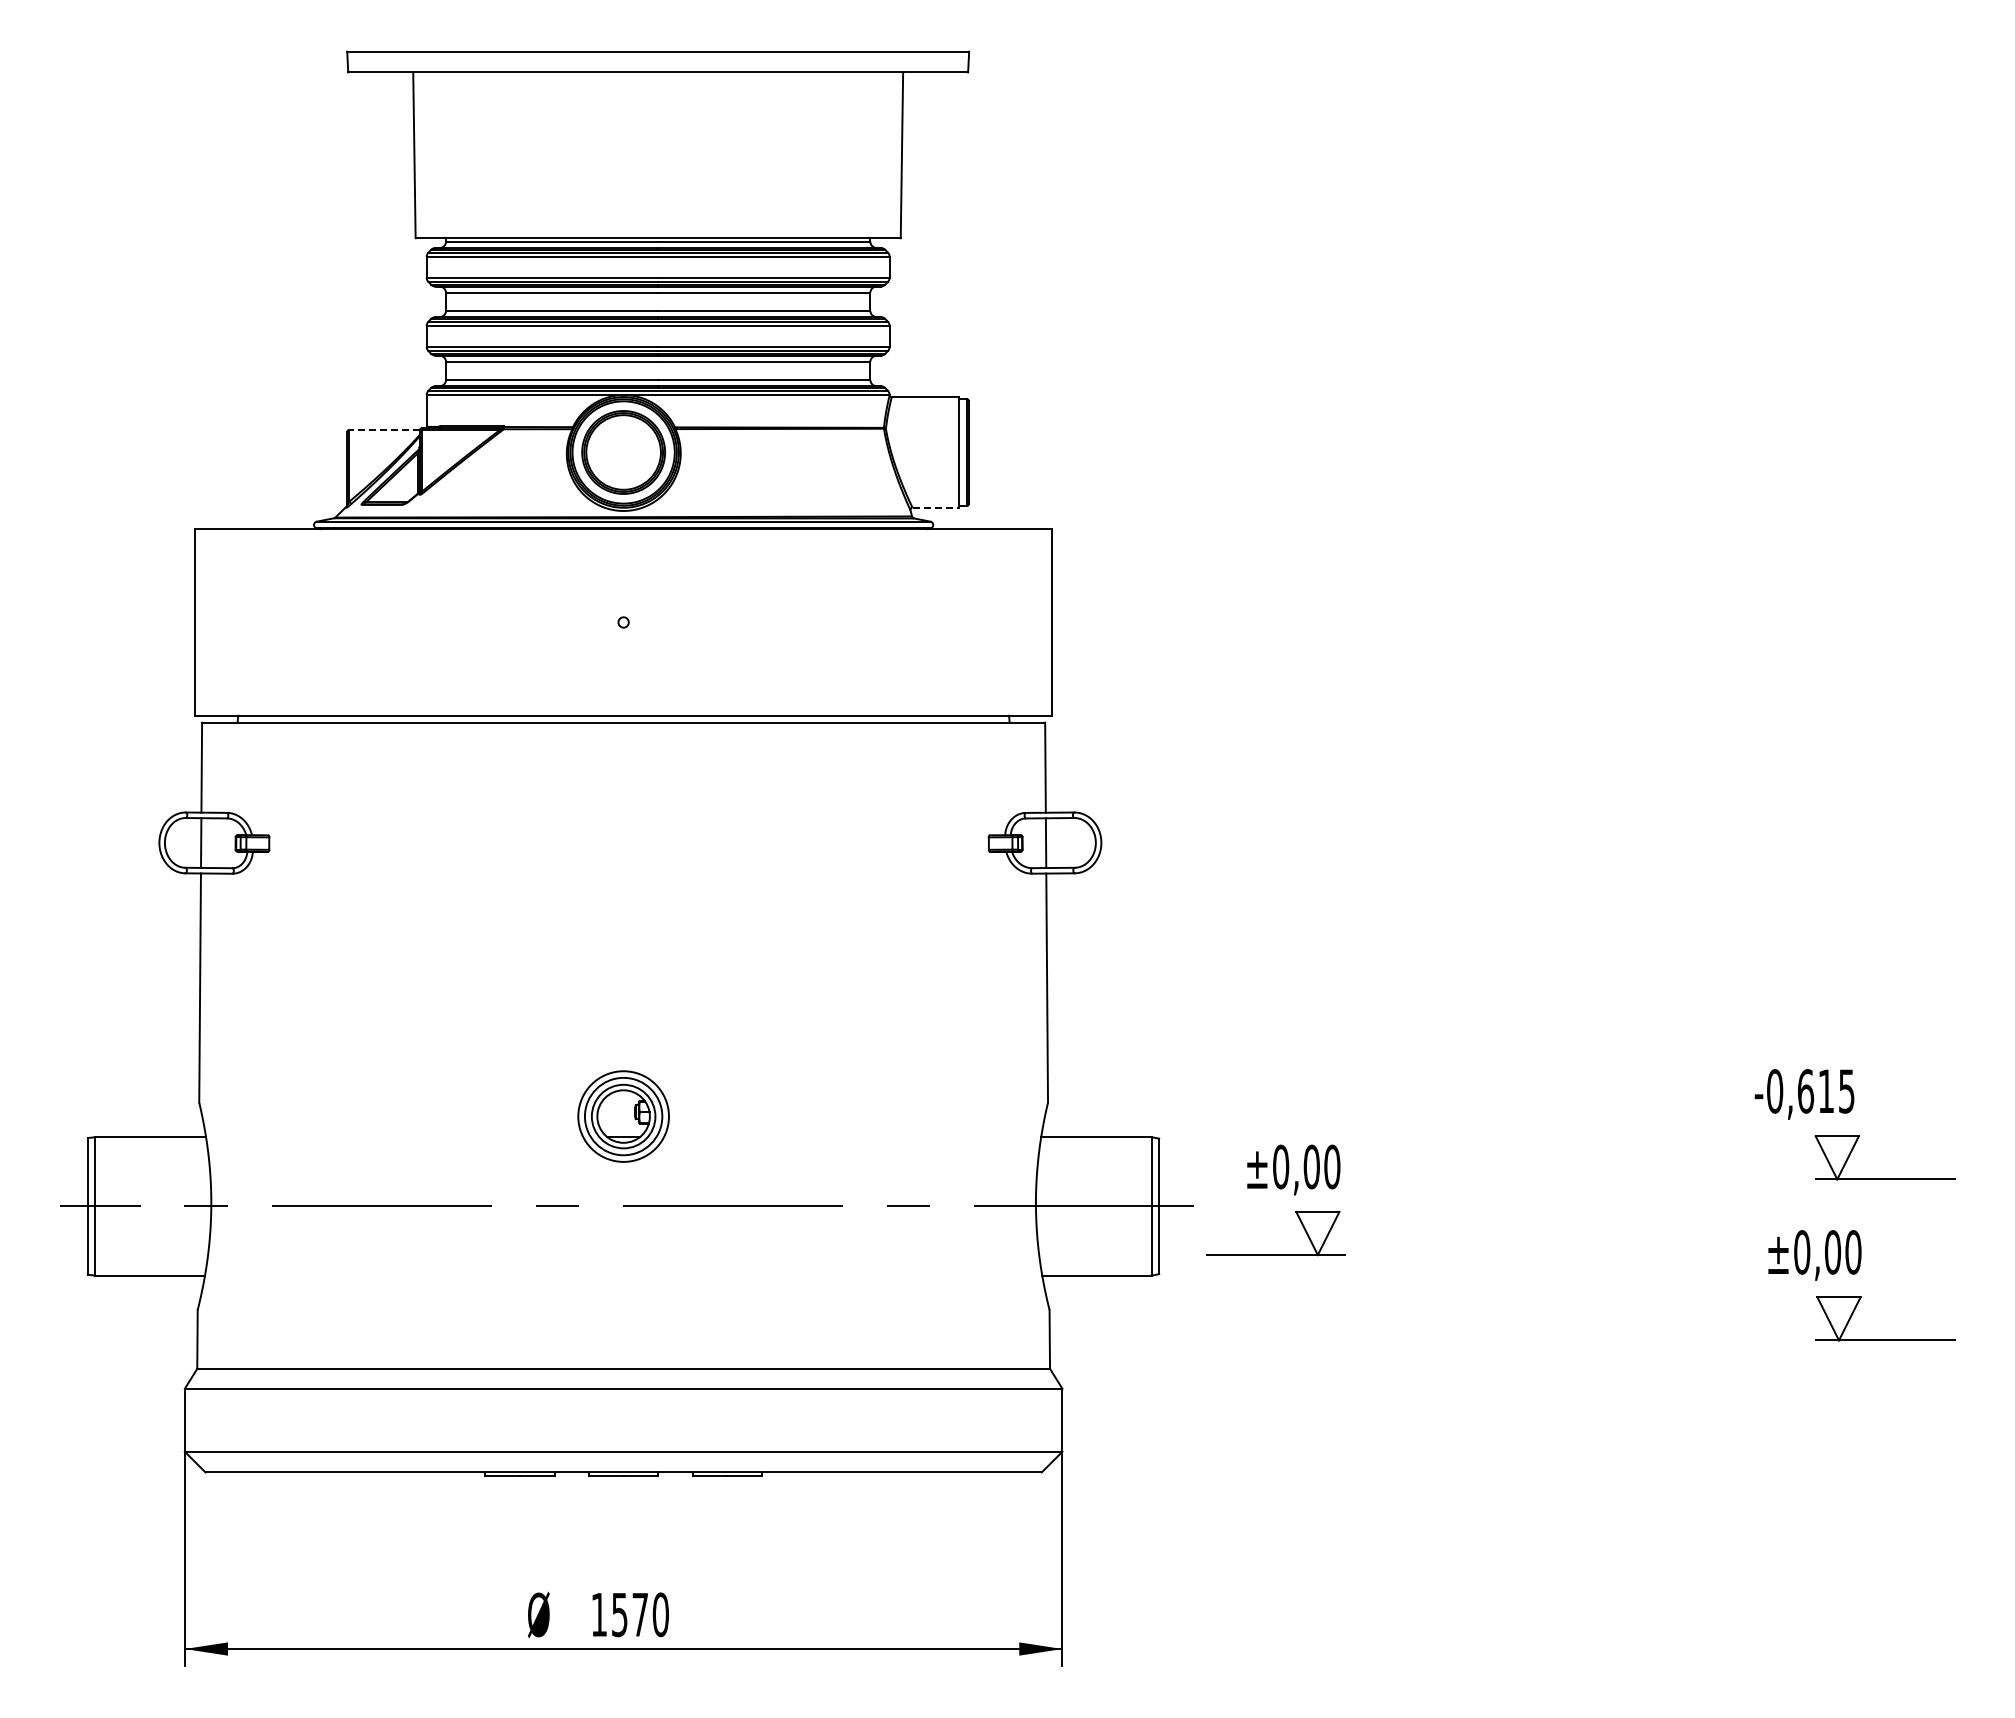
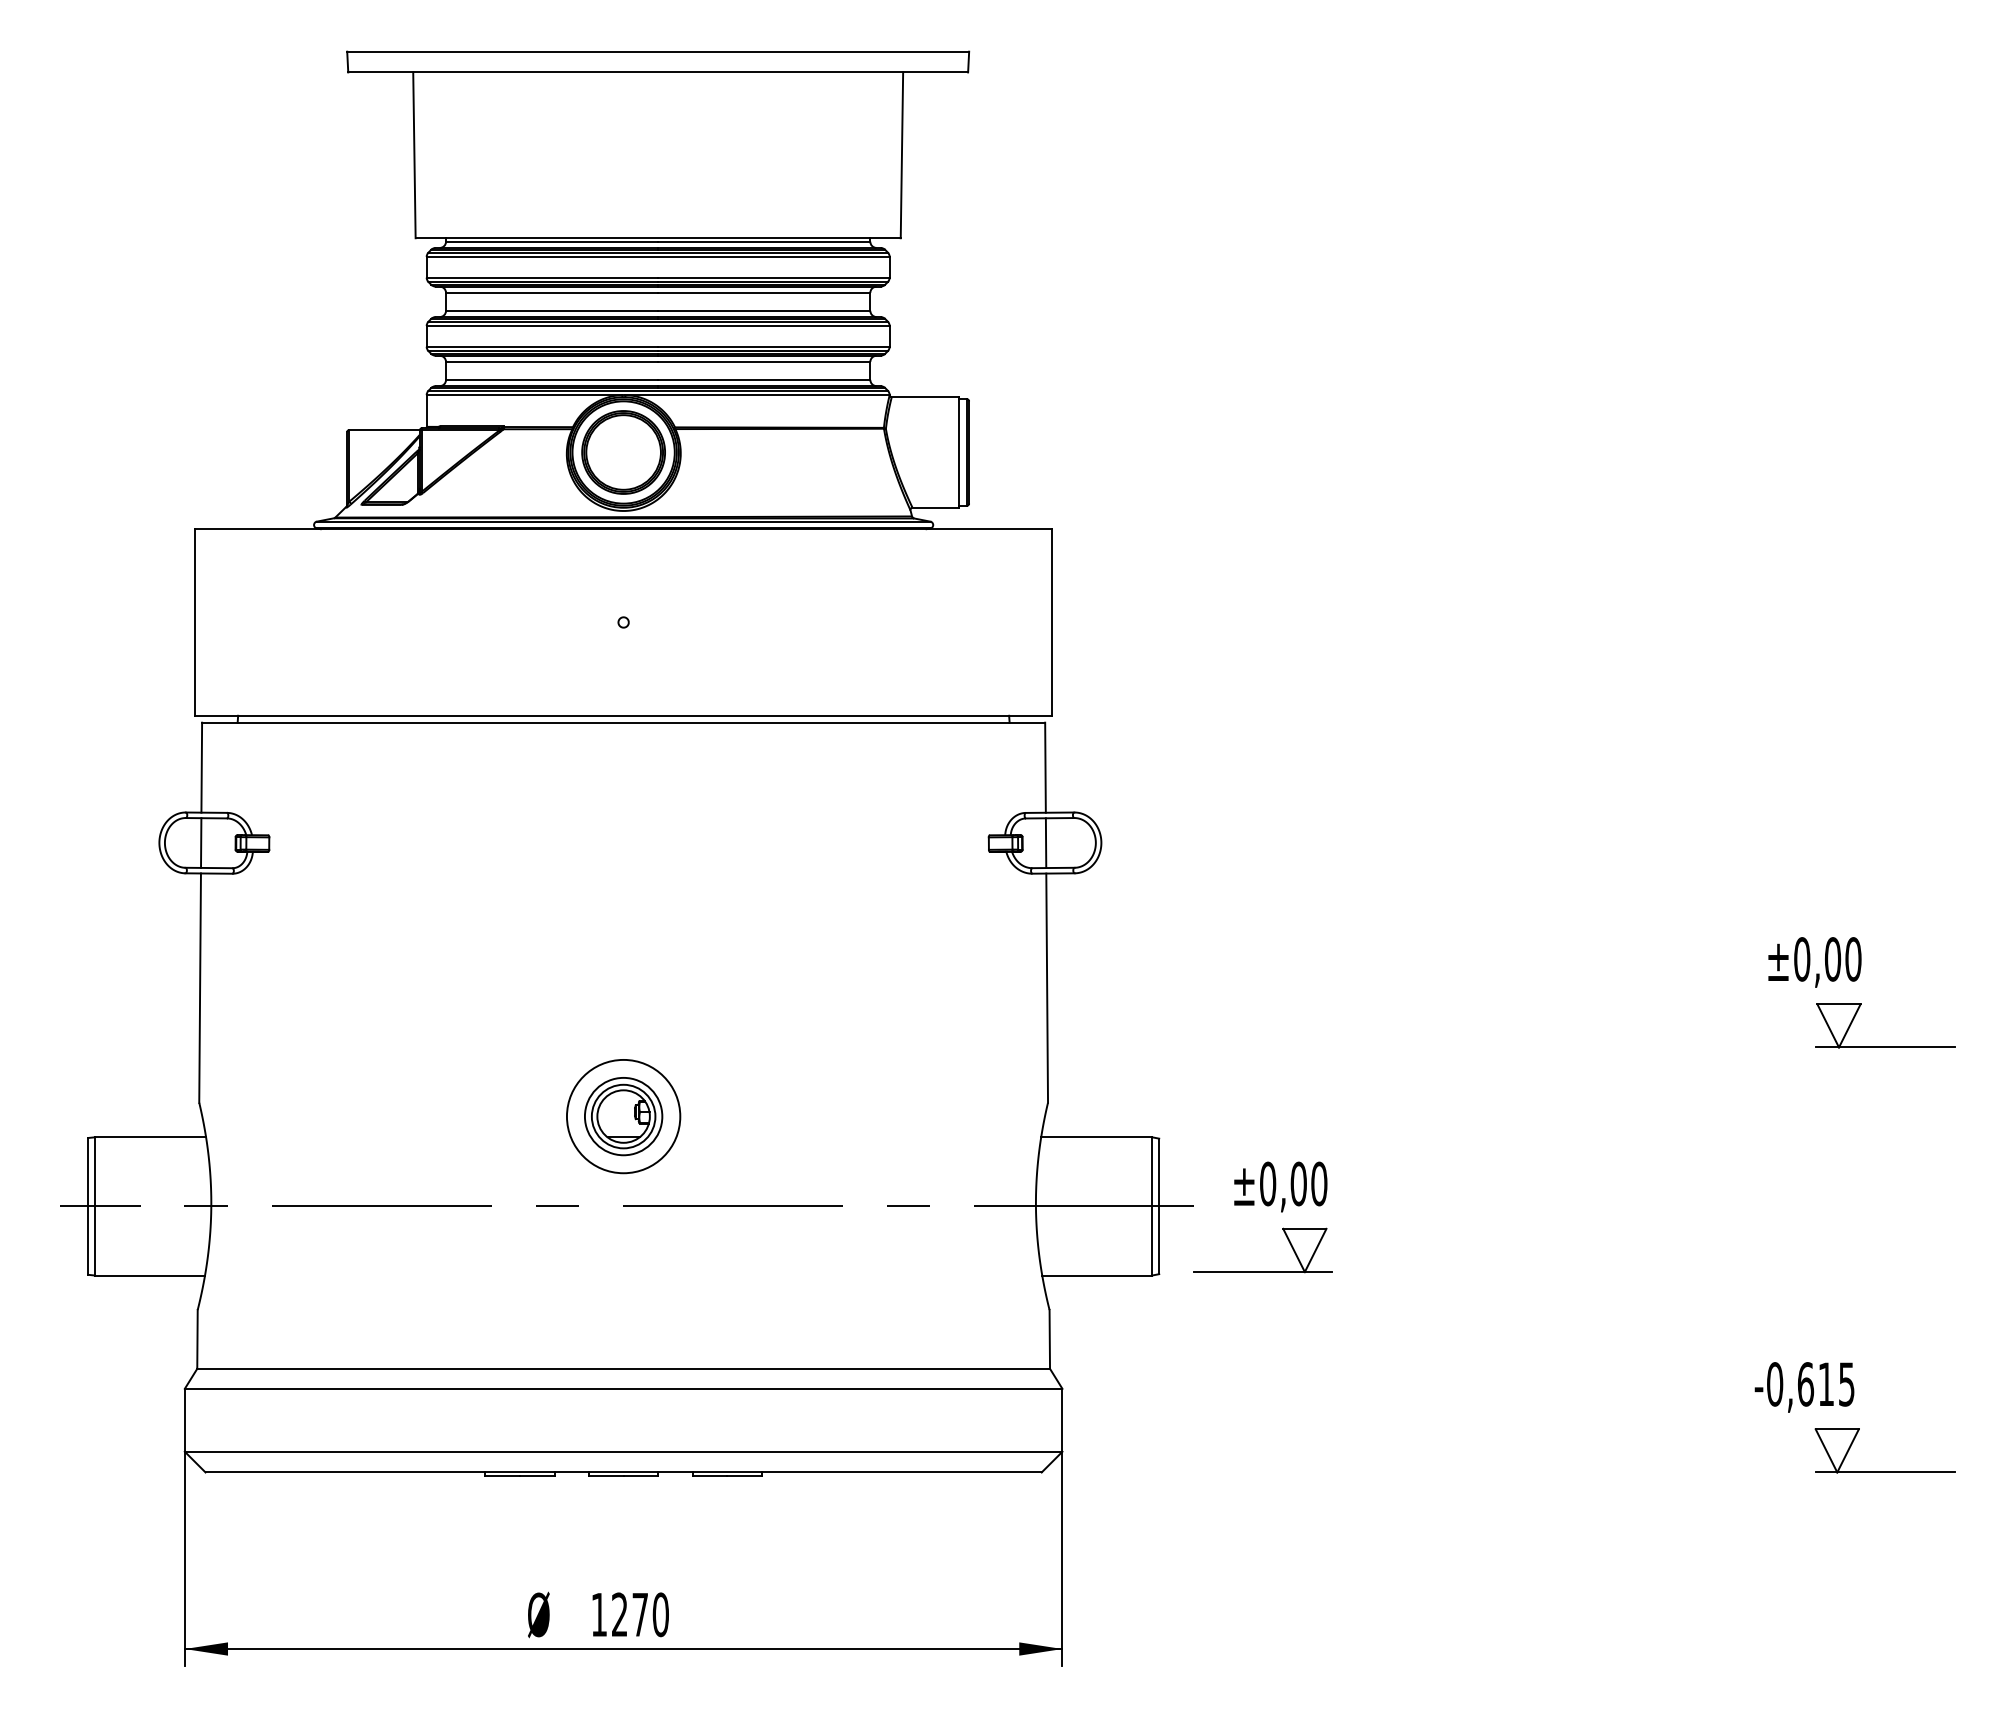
line at (384, 430): dashed -> solid
line at (936, 507): dashed -> solid
circle at (623, 1116) diameter: 91 px -> 113 px
part at (1854, 1135) position: (1854, 1135) -> (1854, 1428)
part at (1280, 1189) position: (1280, 1189) -> (1267, 1206)
part at (1861, 1296) position: (1861, 1296) -> (1861, 1003)
text at (619, 1614): 1570 -> 1270
